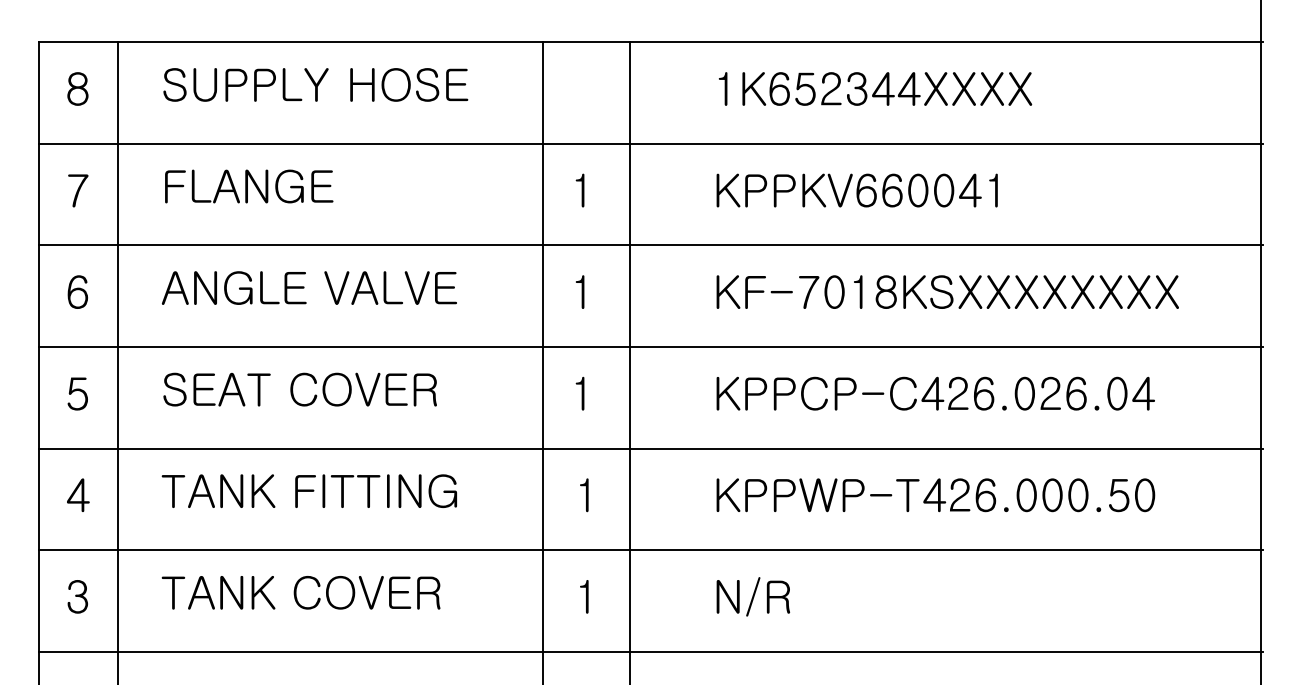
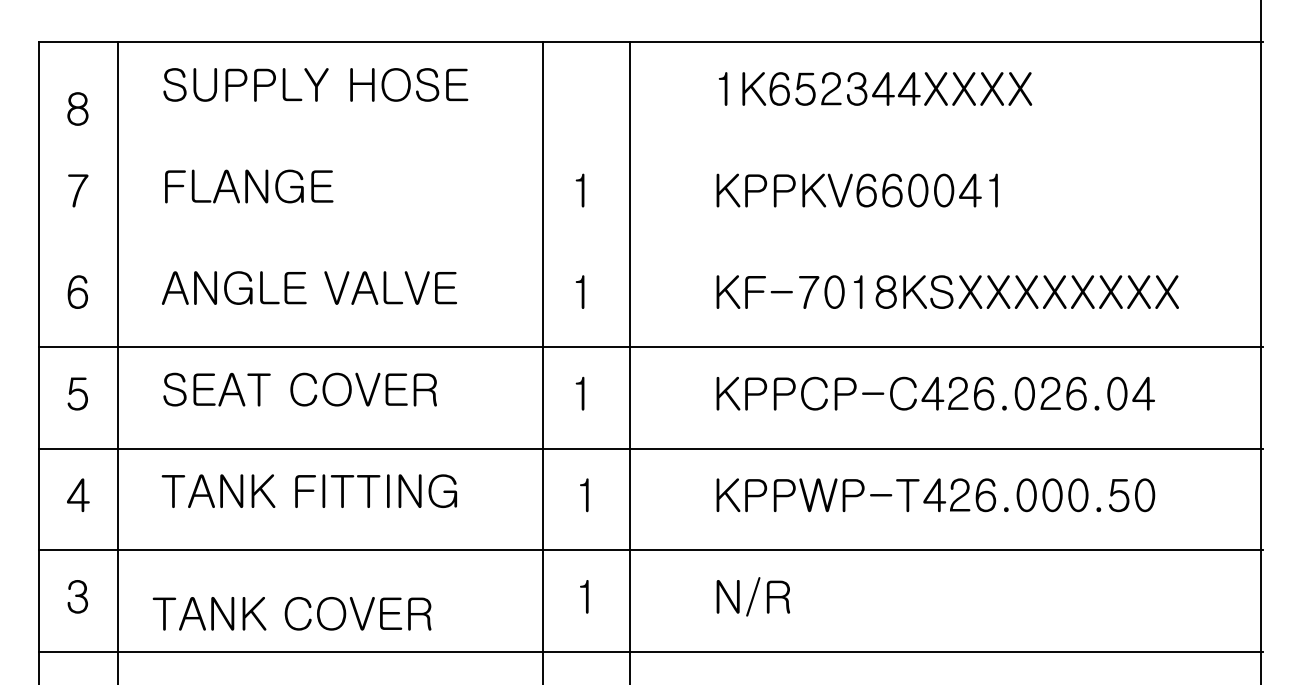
text at (77, 88) position: (77, 88) -> (77, 108)
line at (650, 143): present -> none
line at (650, 245): present -> none
text at (300, 592) position: (300, 592) -> (291, 613)
